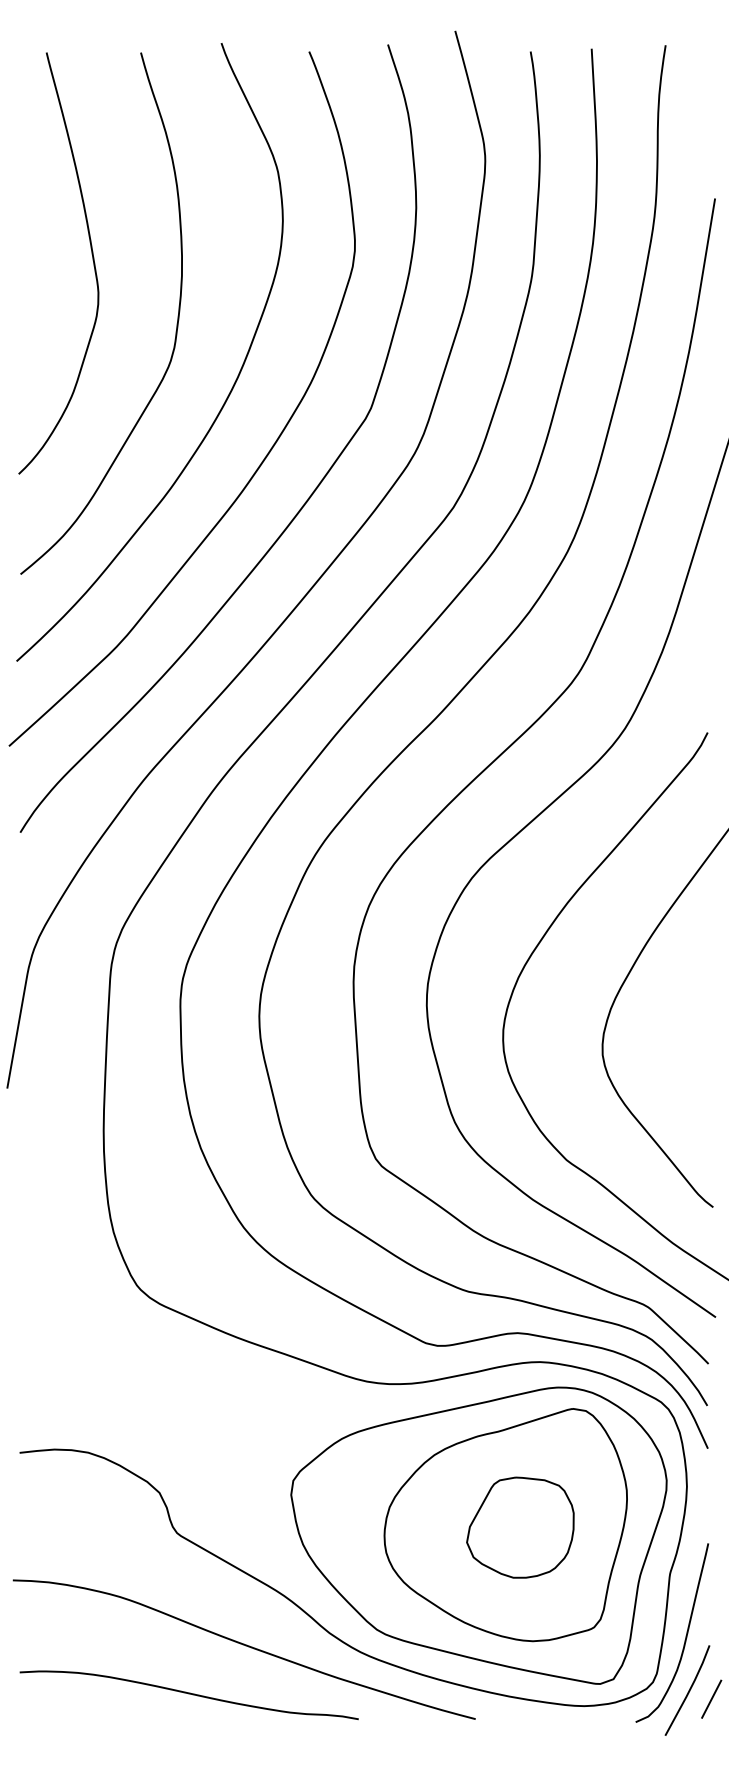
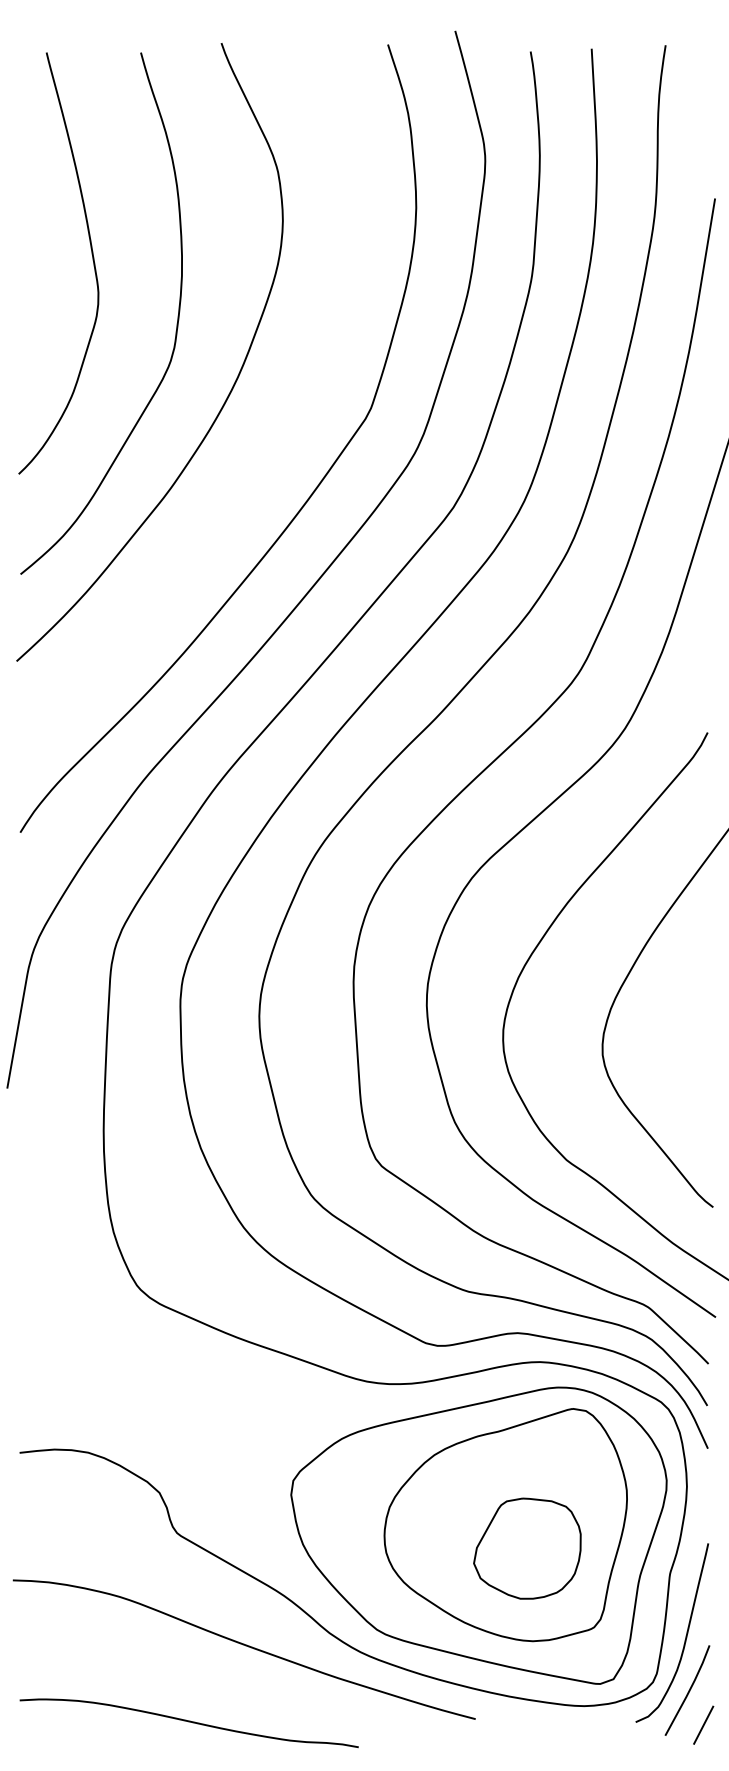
curve at (266, 454): present -> none
part at (520, 1527) position: (520, 1527) -> (527, 1548)
curve at (188, 1694) position: (188, 1694) -> (188, 1722)
line at (711, 1698) position: (711, 1698) -> (703, 1724)
